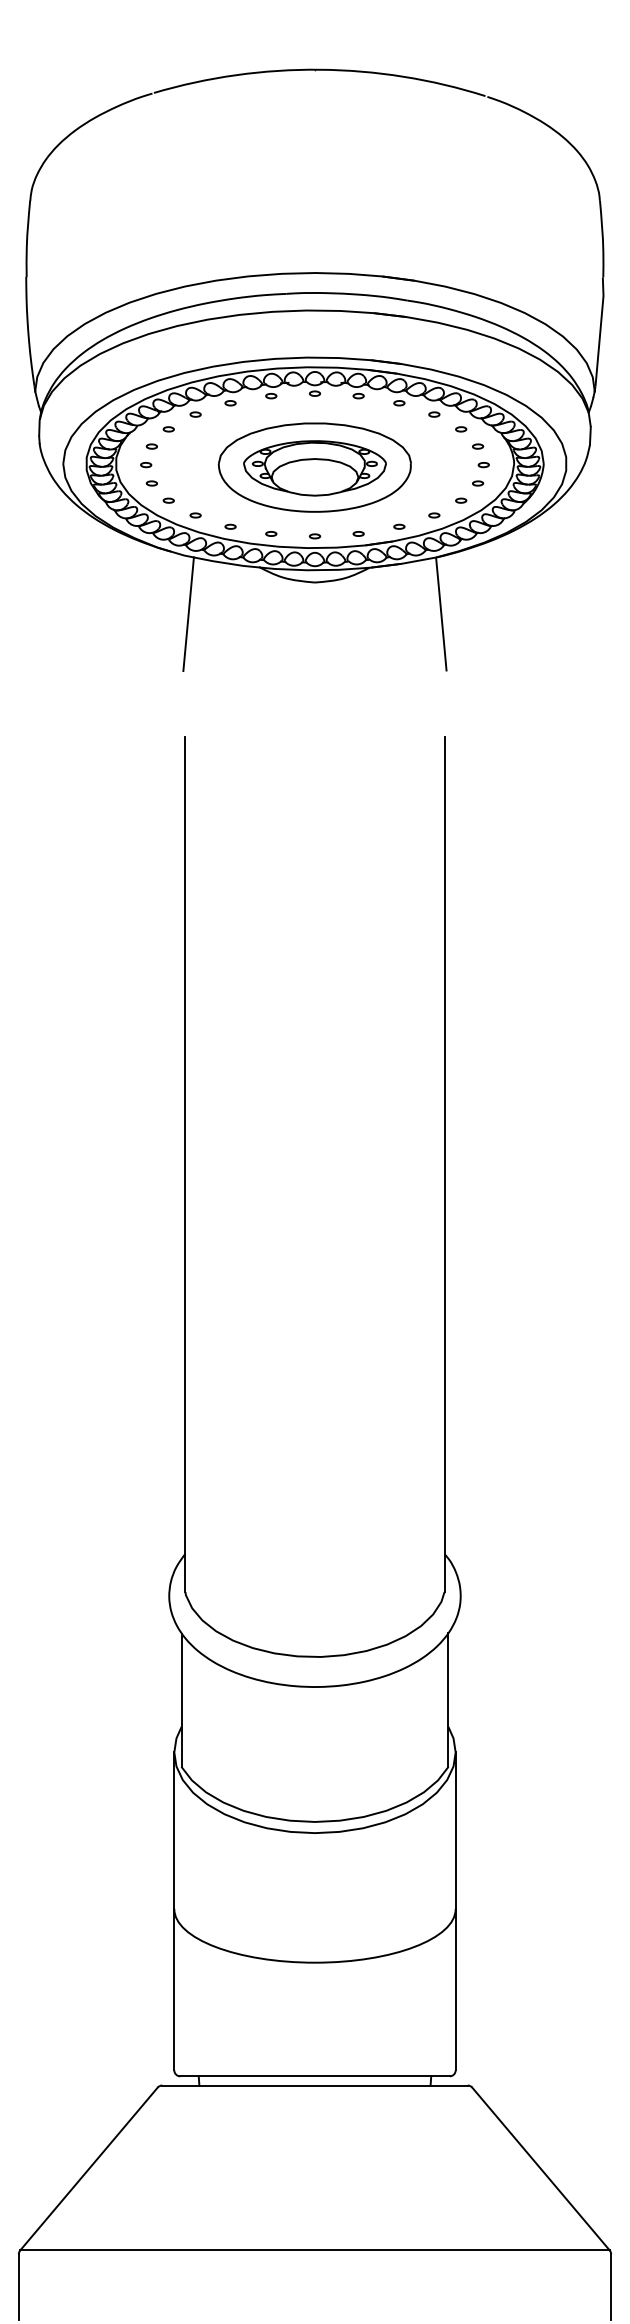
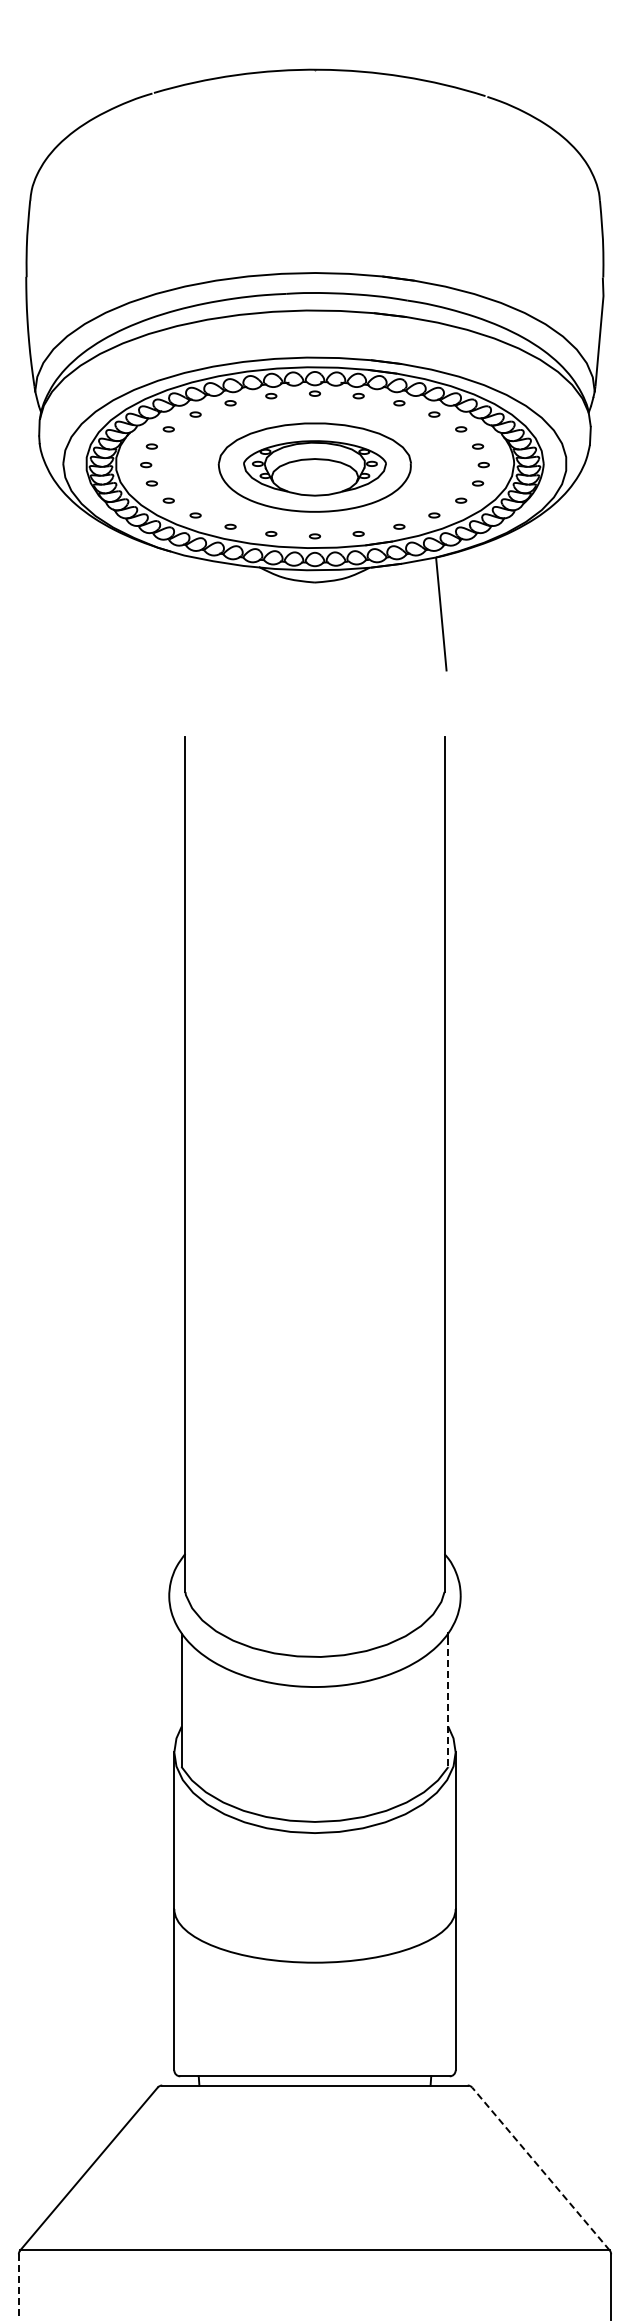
line at (188, 614): present -> none
line at (448, 1703): solid -> dashed
line at (541, 2169): solid -> dashed
line at (18, 2287): solid -> dashed
